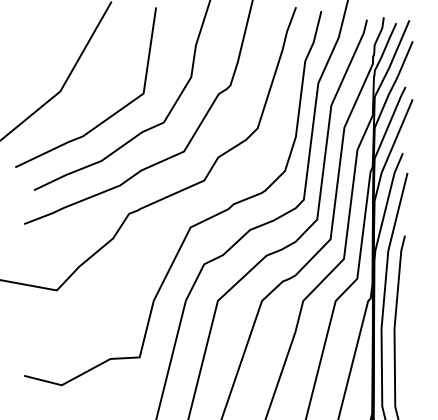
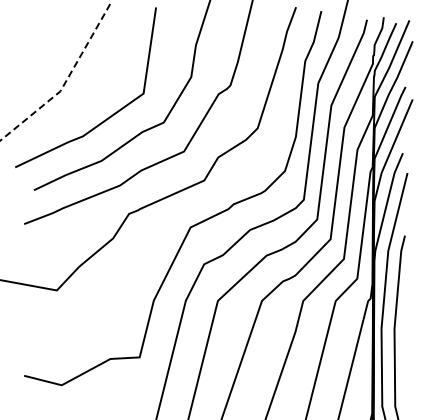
line at (66, 80): solid -> dashed
